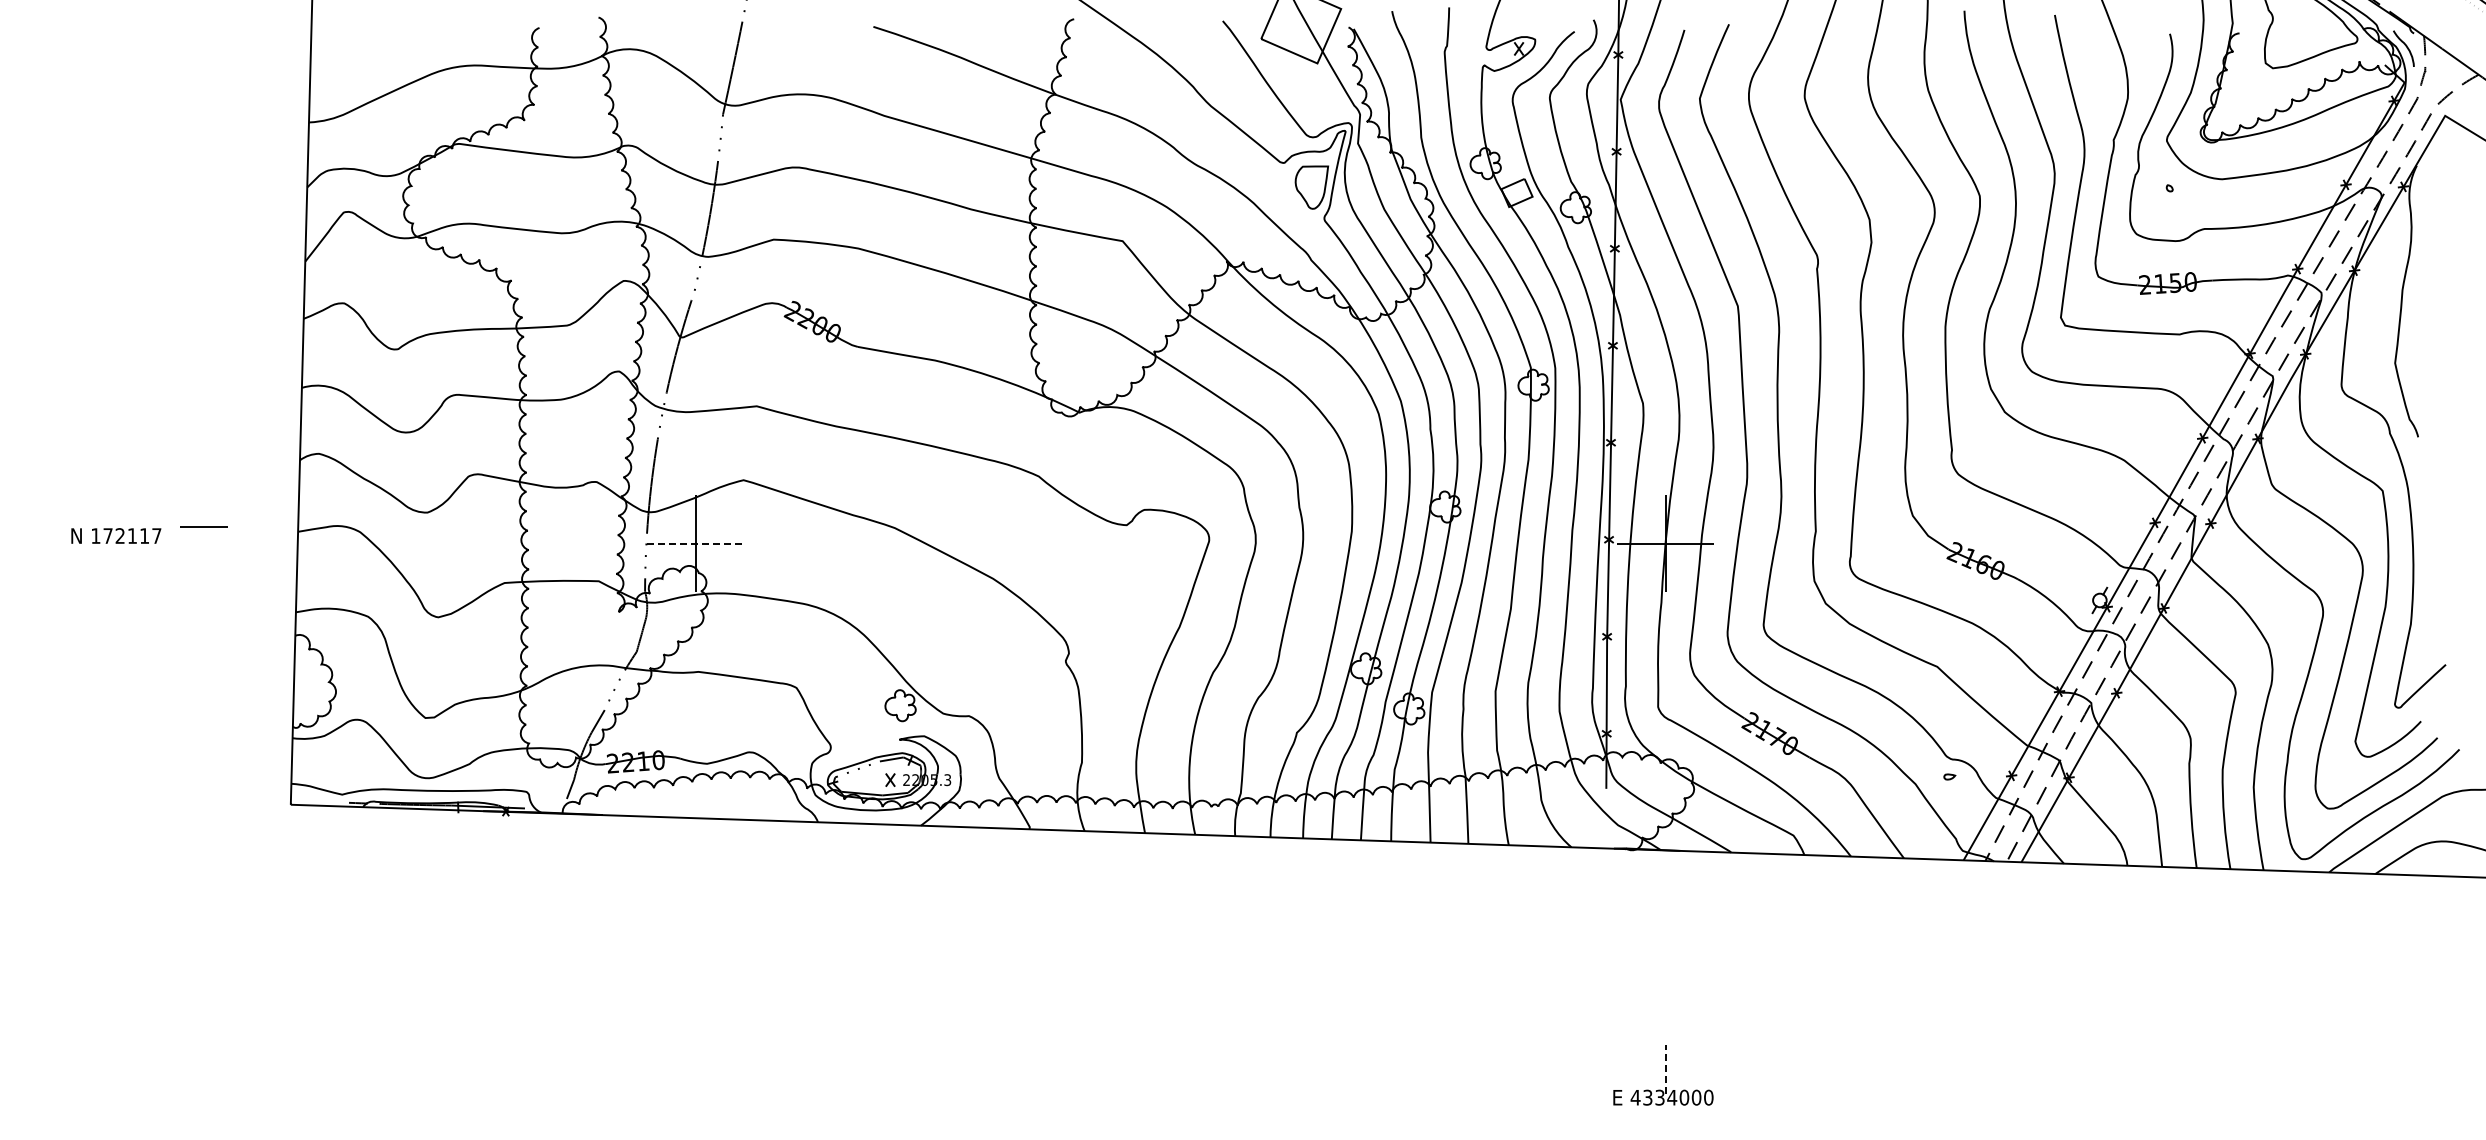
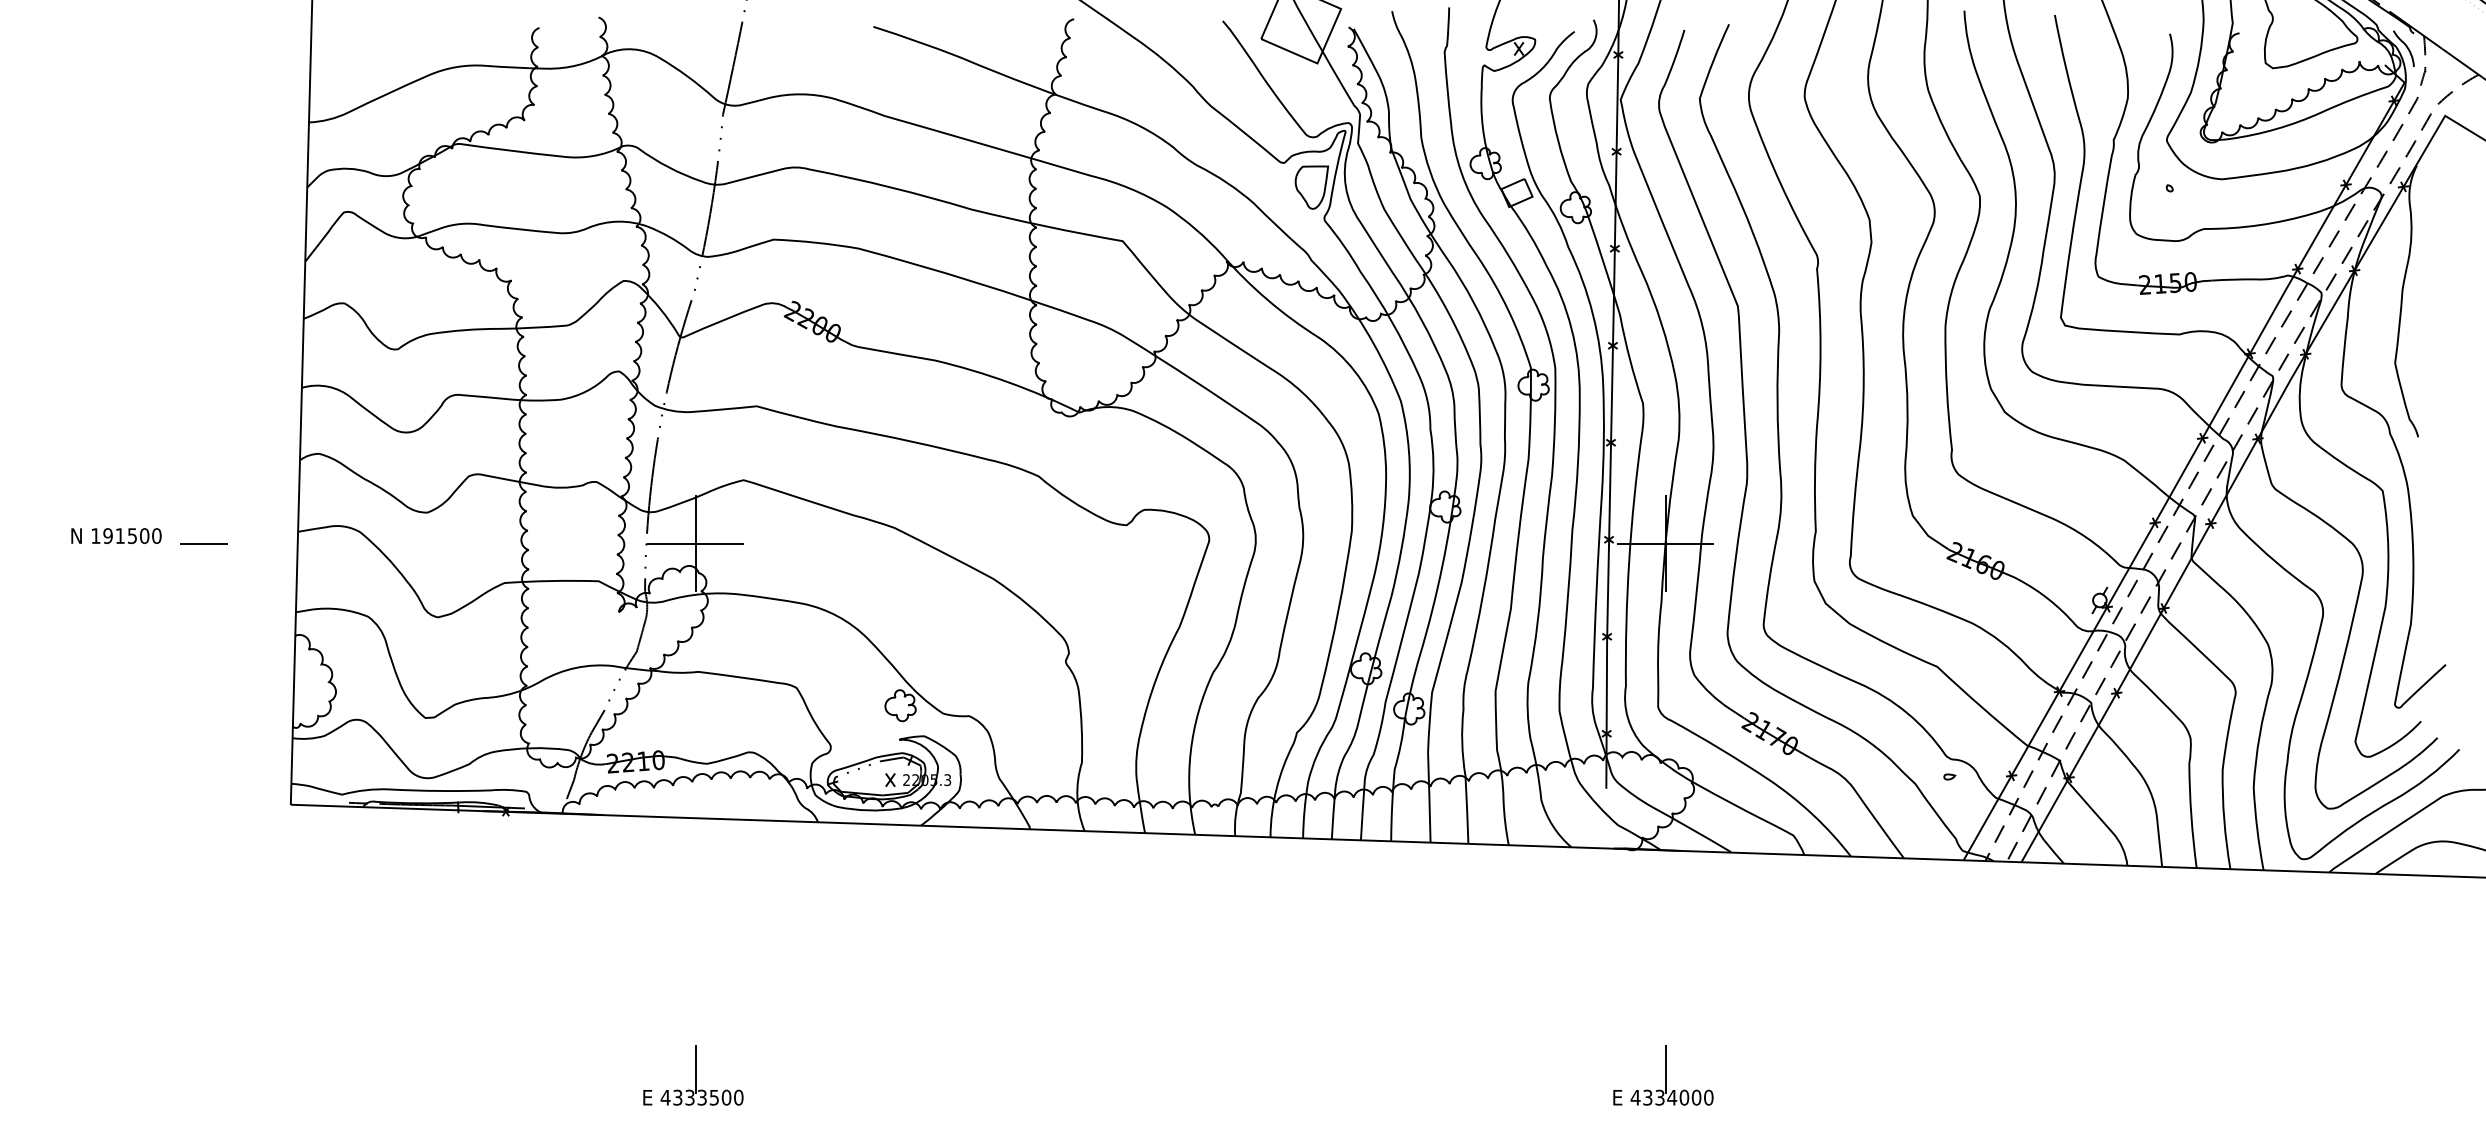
line at (203, 526) position: (203, 526) -> (203, 543)
text at (132, 536): 172117 -> 191500
line at (695, 543): dashed -> solid
line at (1665, 1069): dashed -> solid
part at (693, 1075): none -> present
